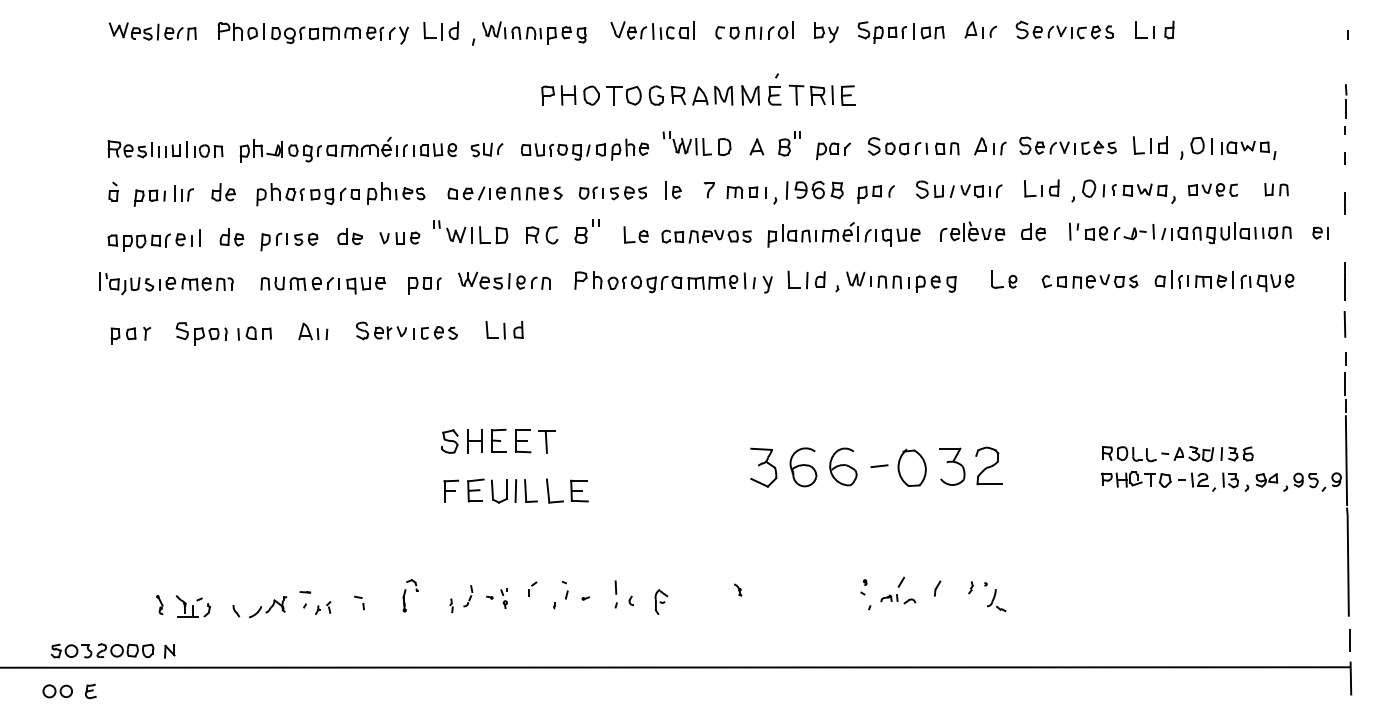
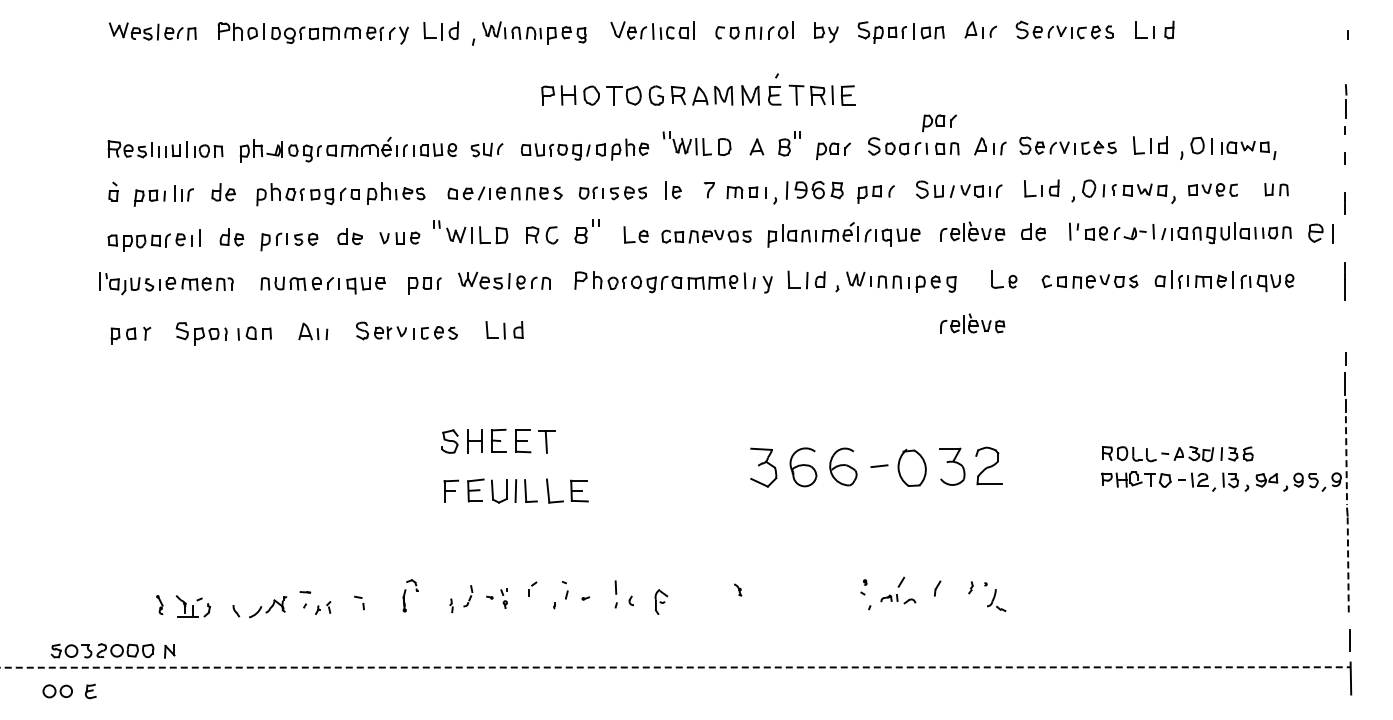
part at (939, 123): none -> present
part at (1320, 232) size: 17x14 px -> 26x21 px
part at (972, 323): none -> present
line at (1344, 323): present -> none
line at (1346, 461): solid -> dashed
line at (1348, 567): solid -> dashed
line at (675, 667): solid -> dashed
